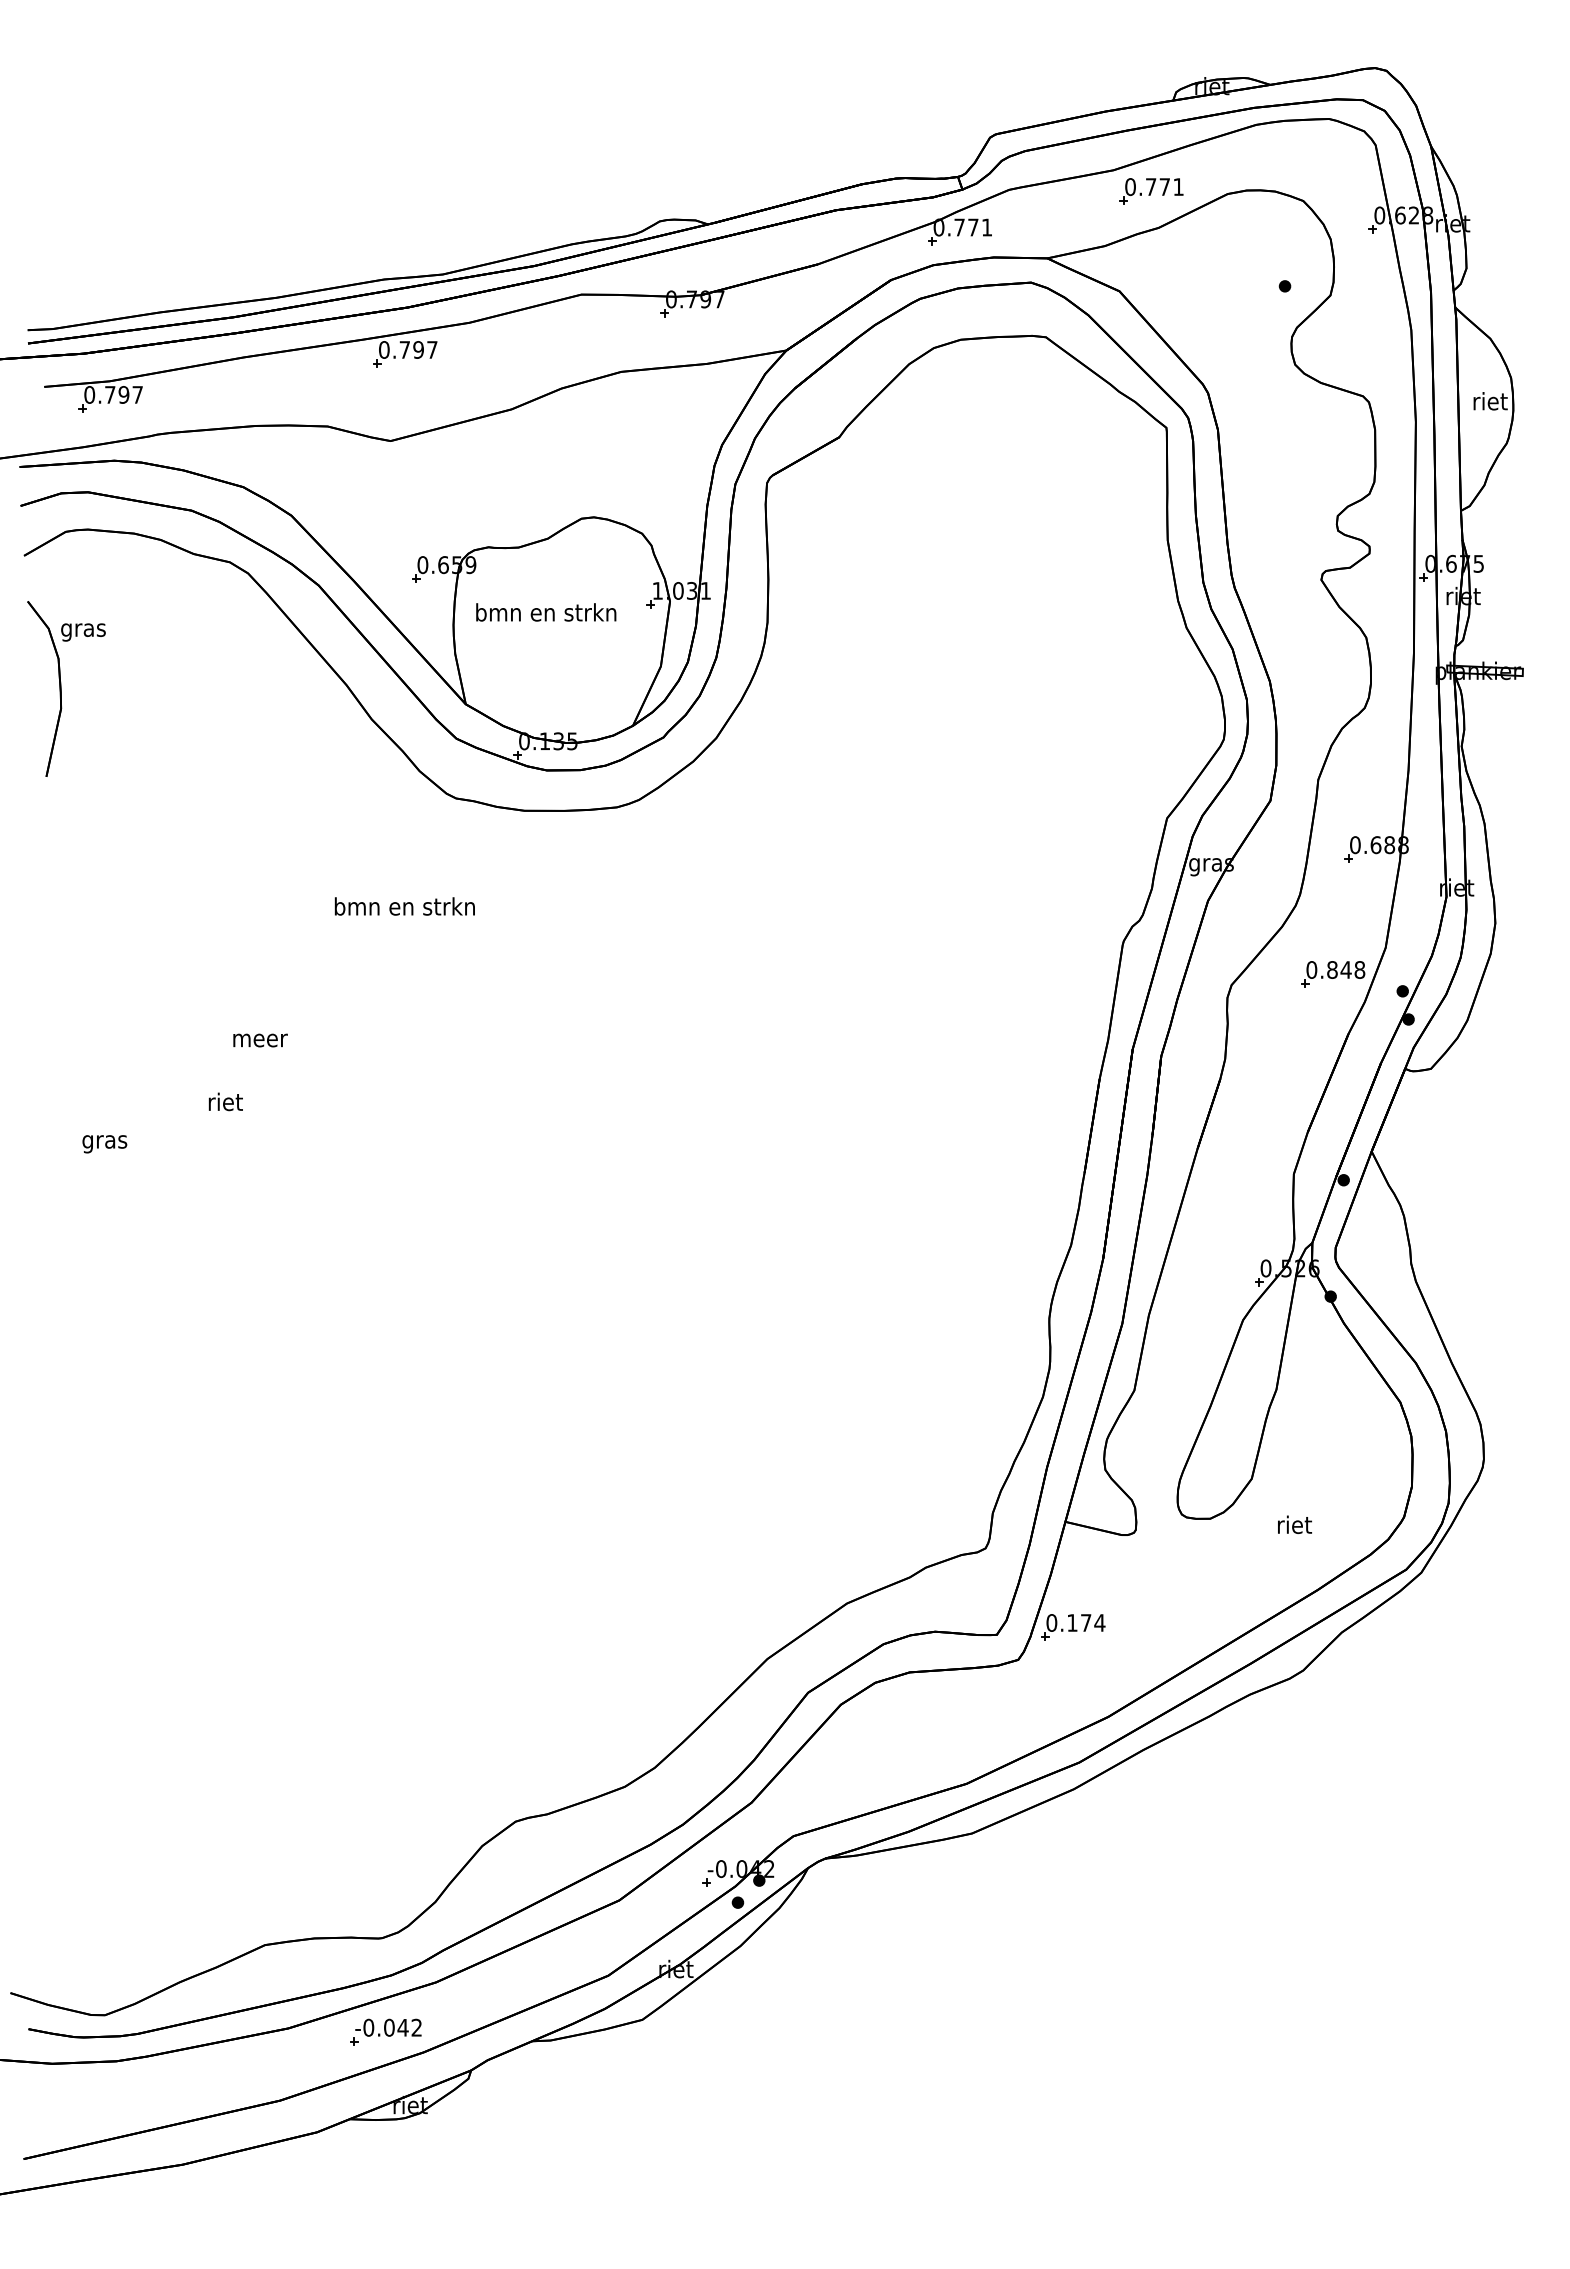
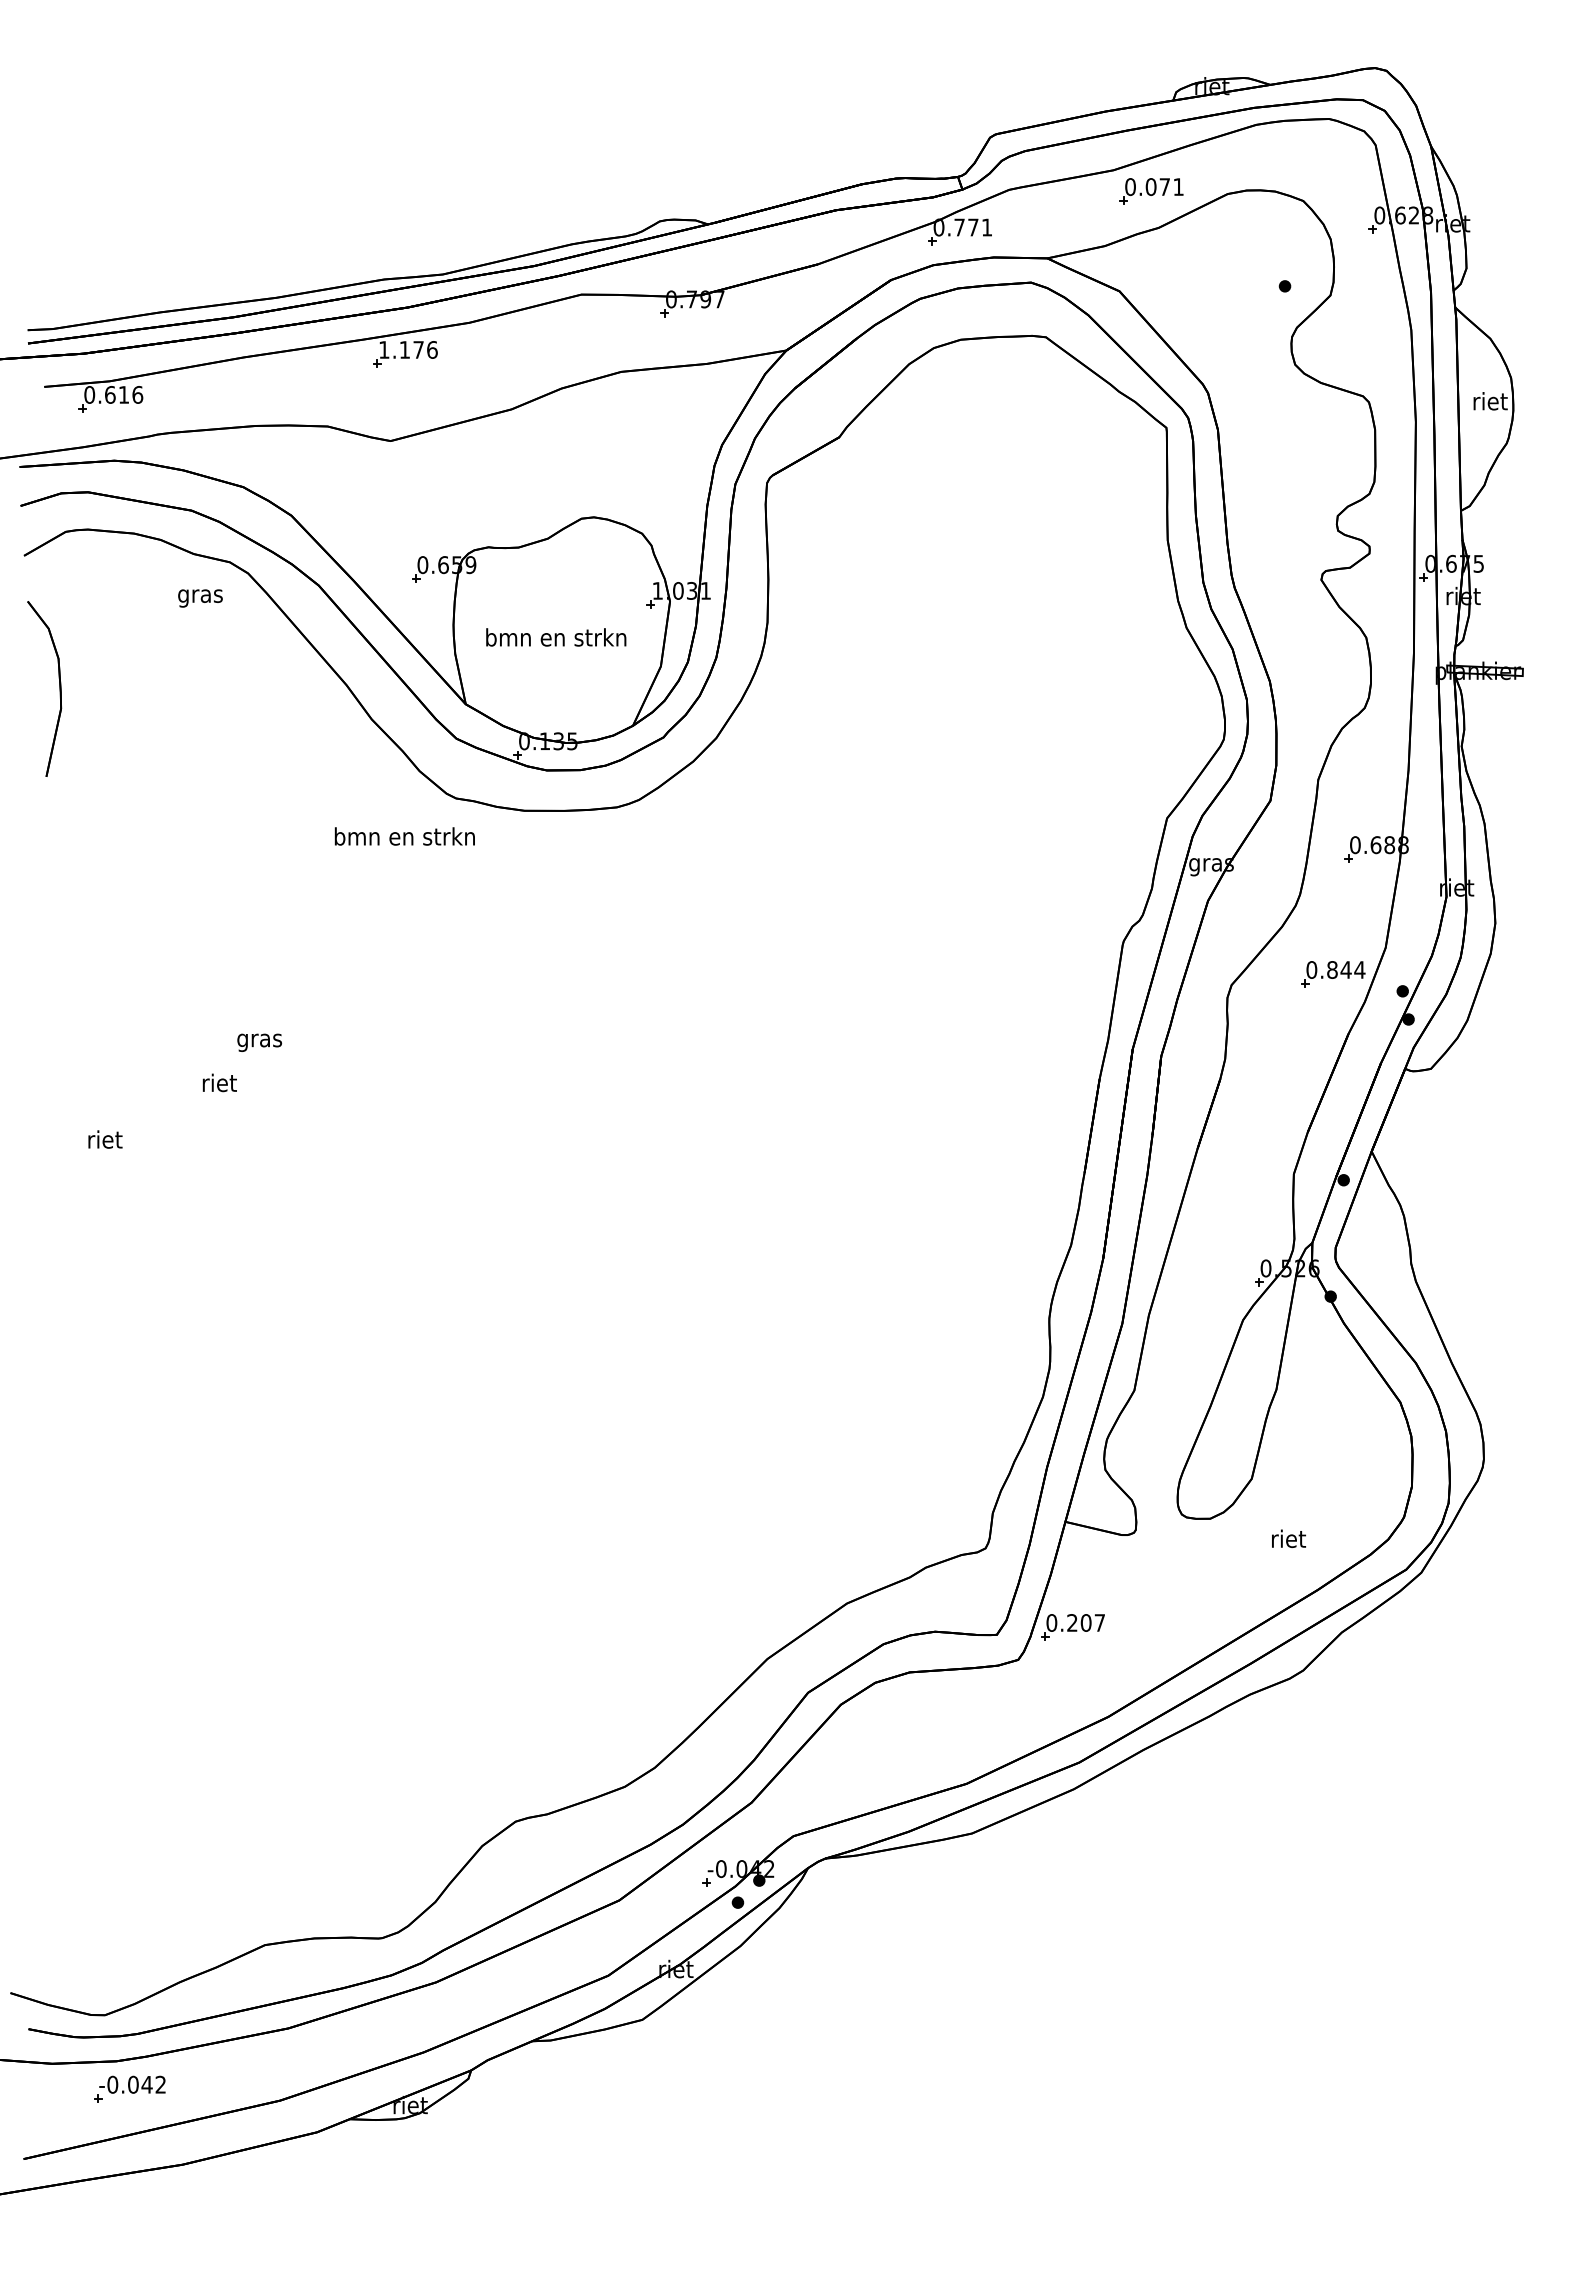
text at (1150, 187): 0.771 -> 0.071
text at (408, 349): 0.797 -> 1.176
text at (124, 394): 0.797 -> 0.616
text at (546, 612) position: (546, 612) -> (556, 637)
text at (83, 632) position: (83, 632) -> (200, 598)
text at (404, 906) position: (404, 906) -> (404, 836)
text at (1359, 969): 0.848 -> 0.844
text at (260, 1042): meer -> gras
text at (225, 1101) position: (225, 1101) -> (219, 1082)
text at (104, 1141): gras -> riet
text at (1294, 1524) position: (1294, 1524) -> (1288, 1538)
text at (1086, 1622): 0.174 -> 0.207
part at (385, 2031) position: (385, 2031) -> (129, 2088)
